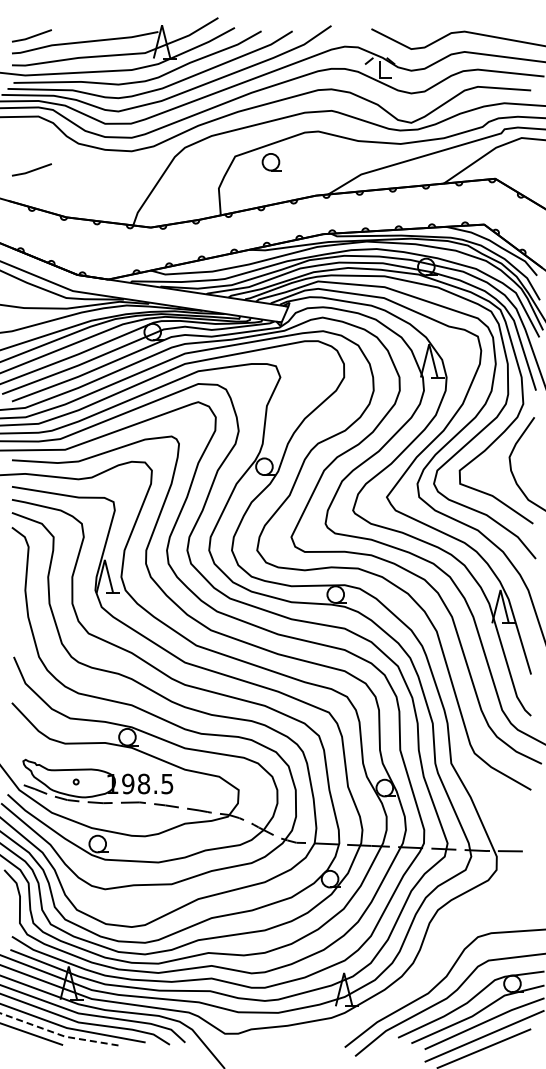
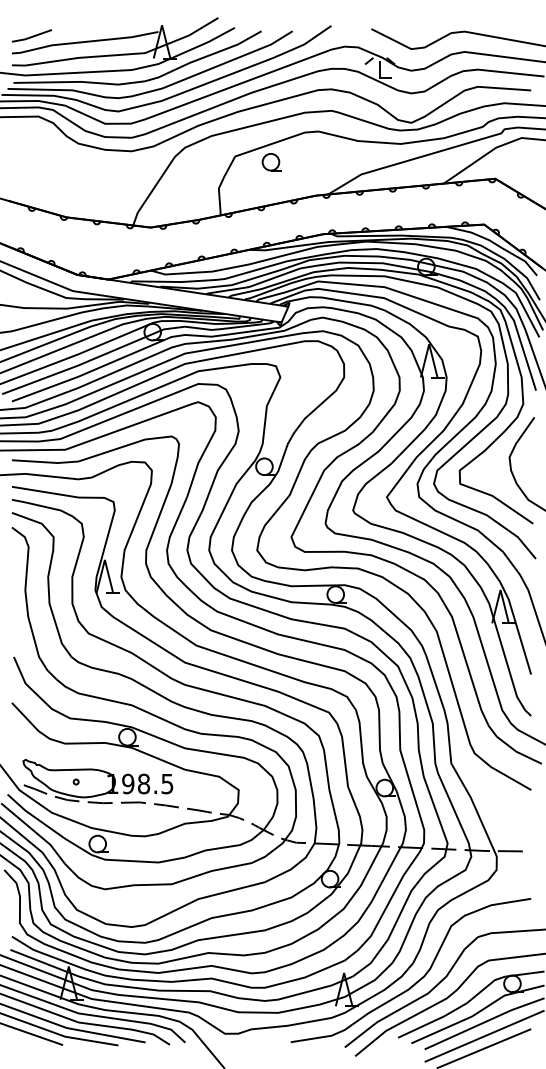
line at (32, 169): present -> none
curve at (417, 980): none -> present
line at (58, 1034): dashed -> solid
